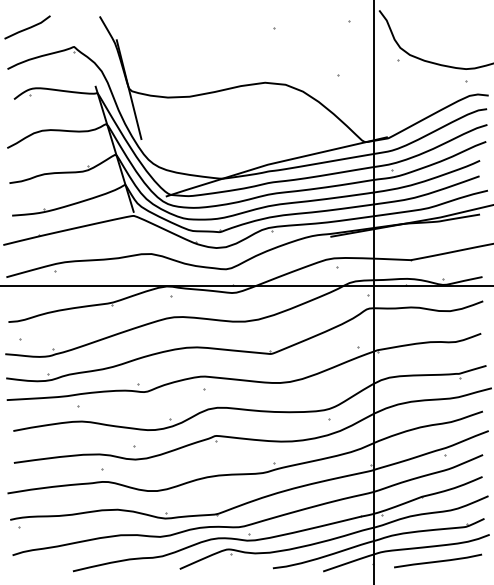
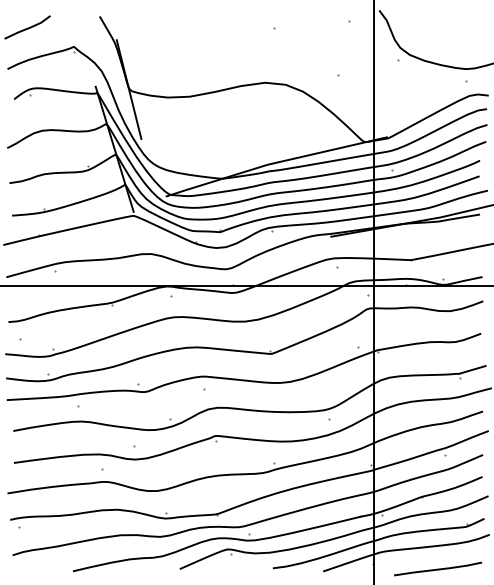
curve at (438, 560) position: (438, 560) -> (438, 568)
